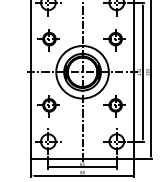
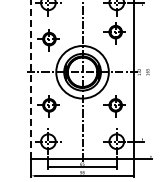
part at (114, 40) position: (114, 40) -> (114, 33)
line at (142, 72): present -> none
line at (150, 78): present -> none
line at (31, 79): solid -> dashed
